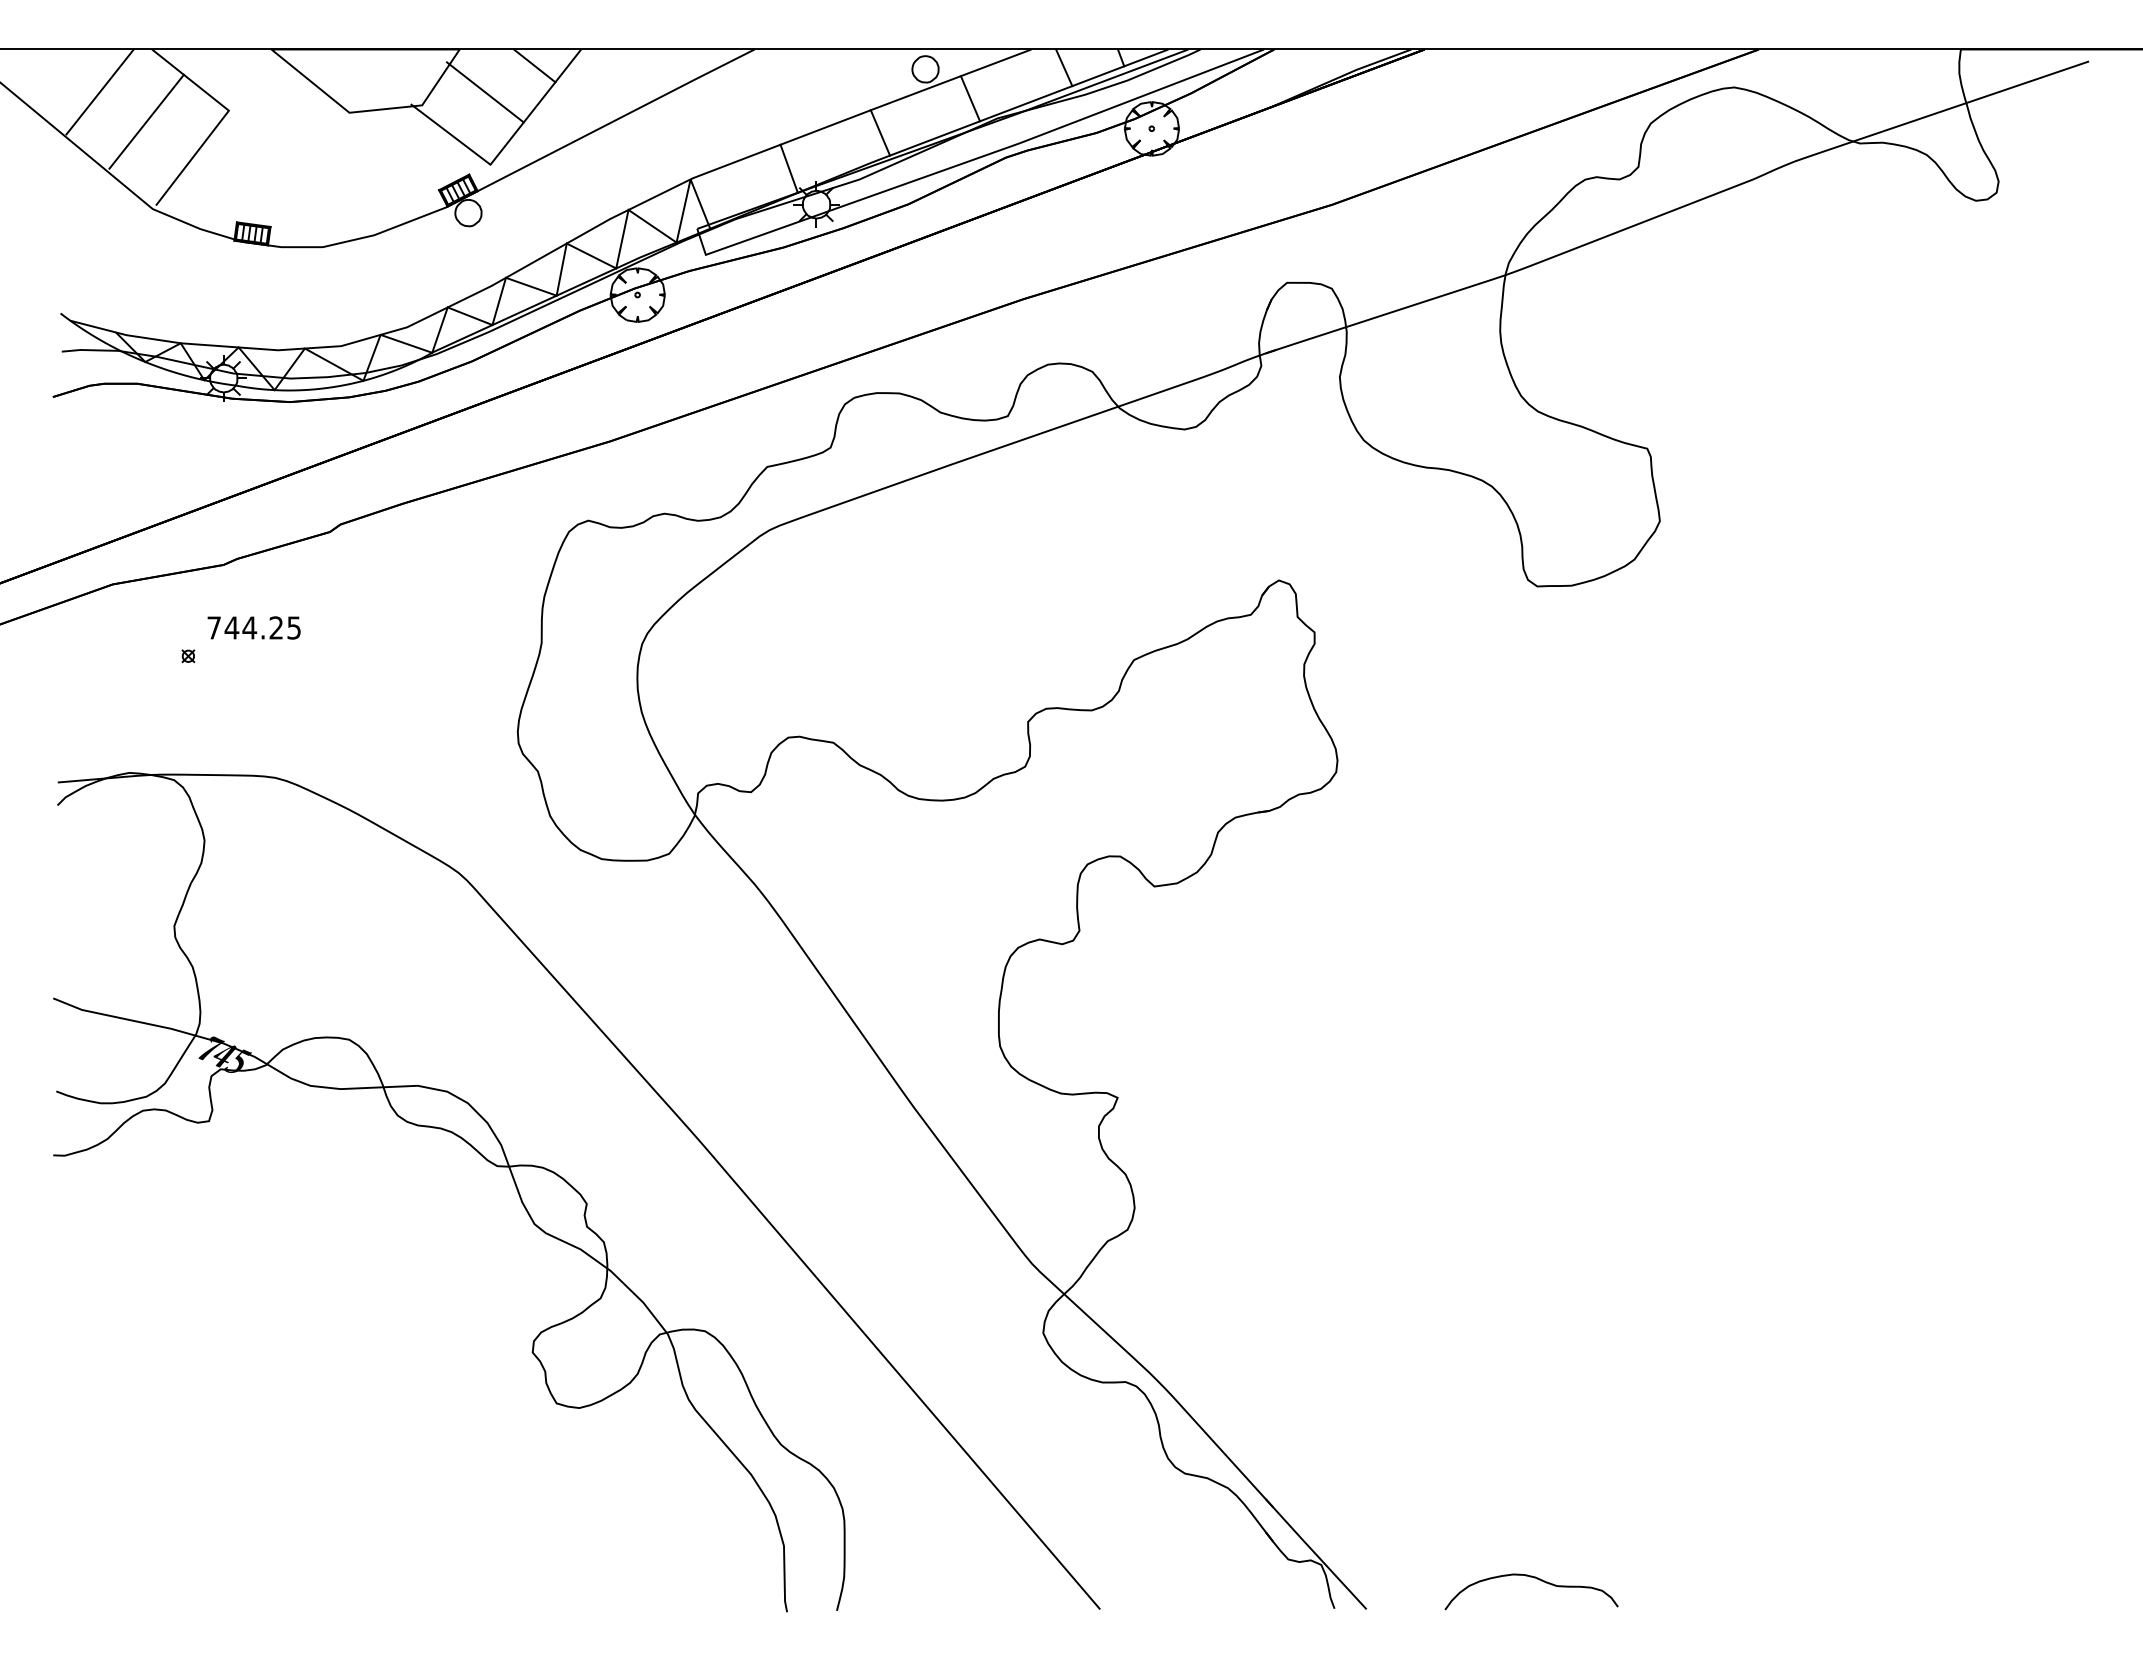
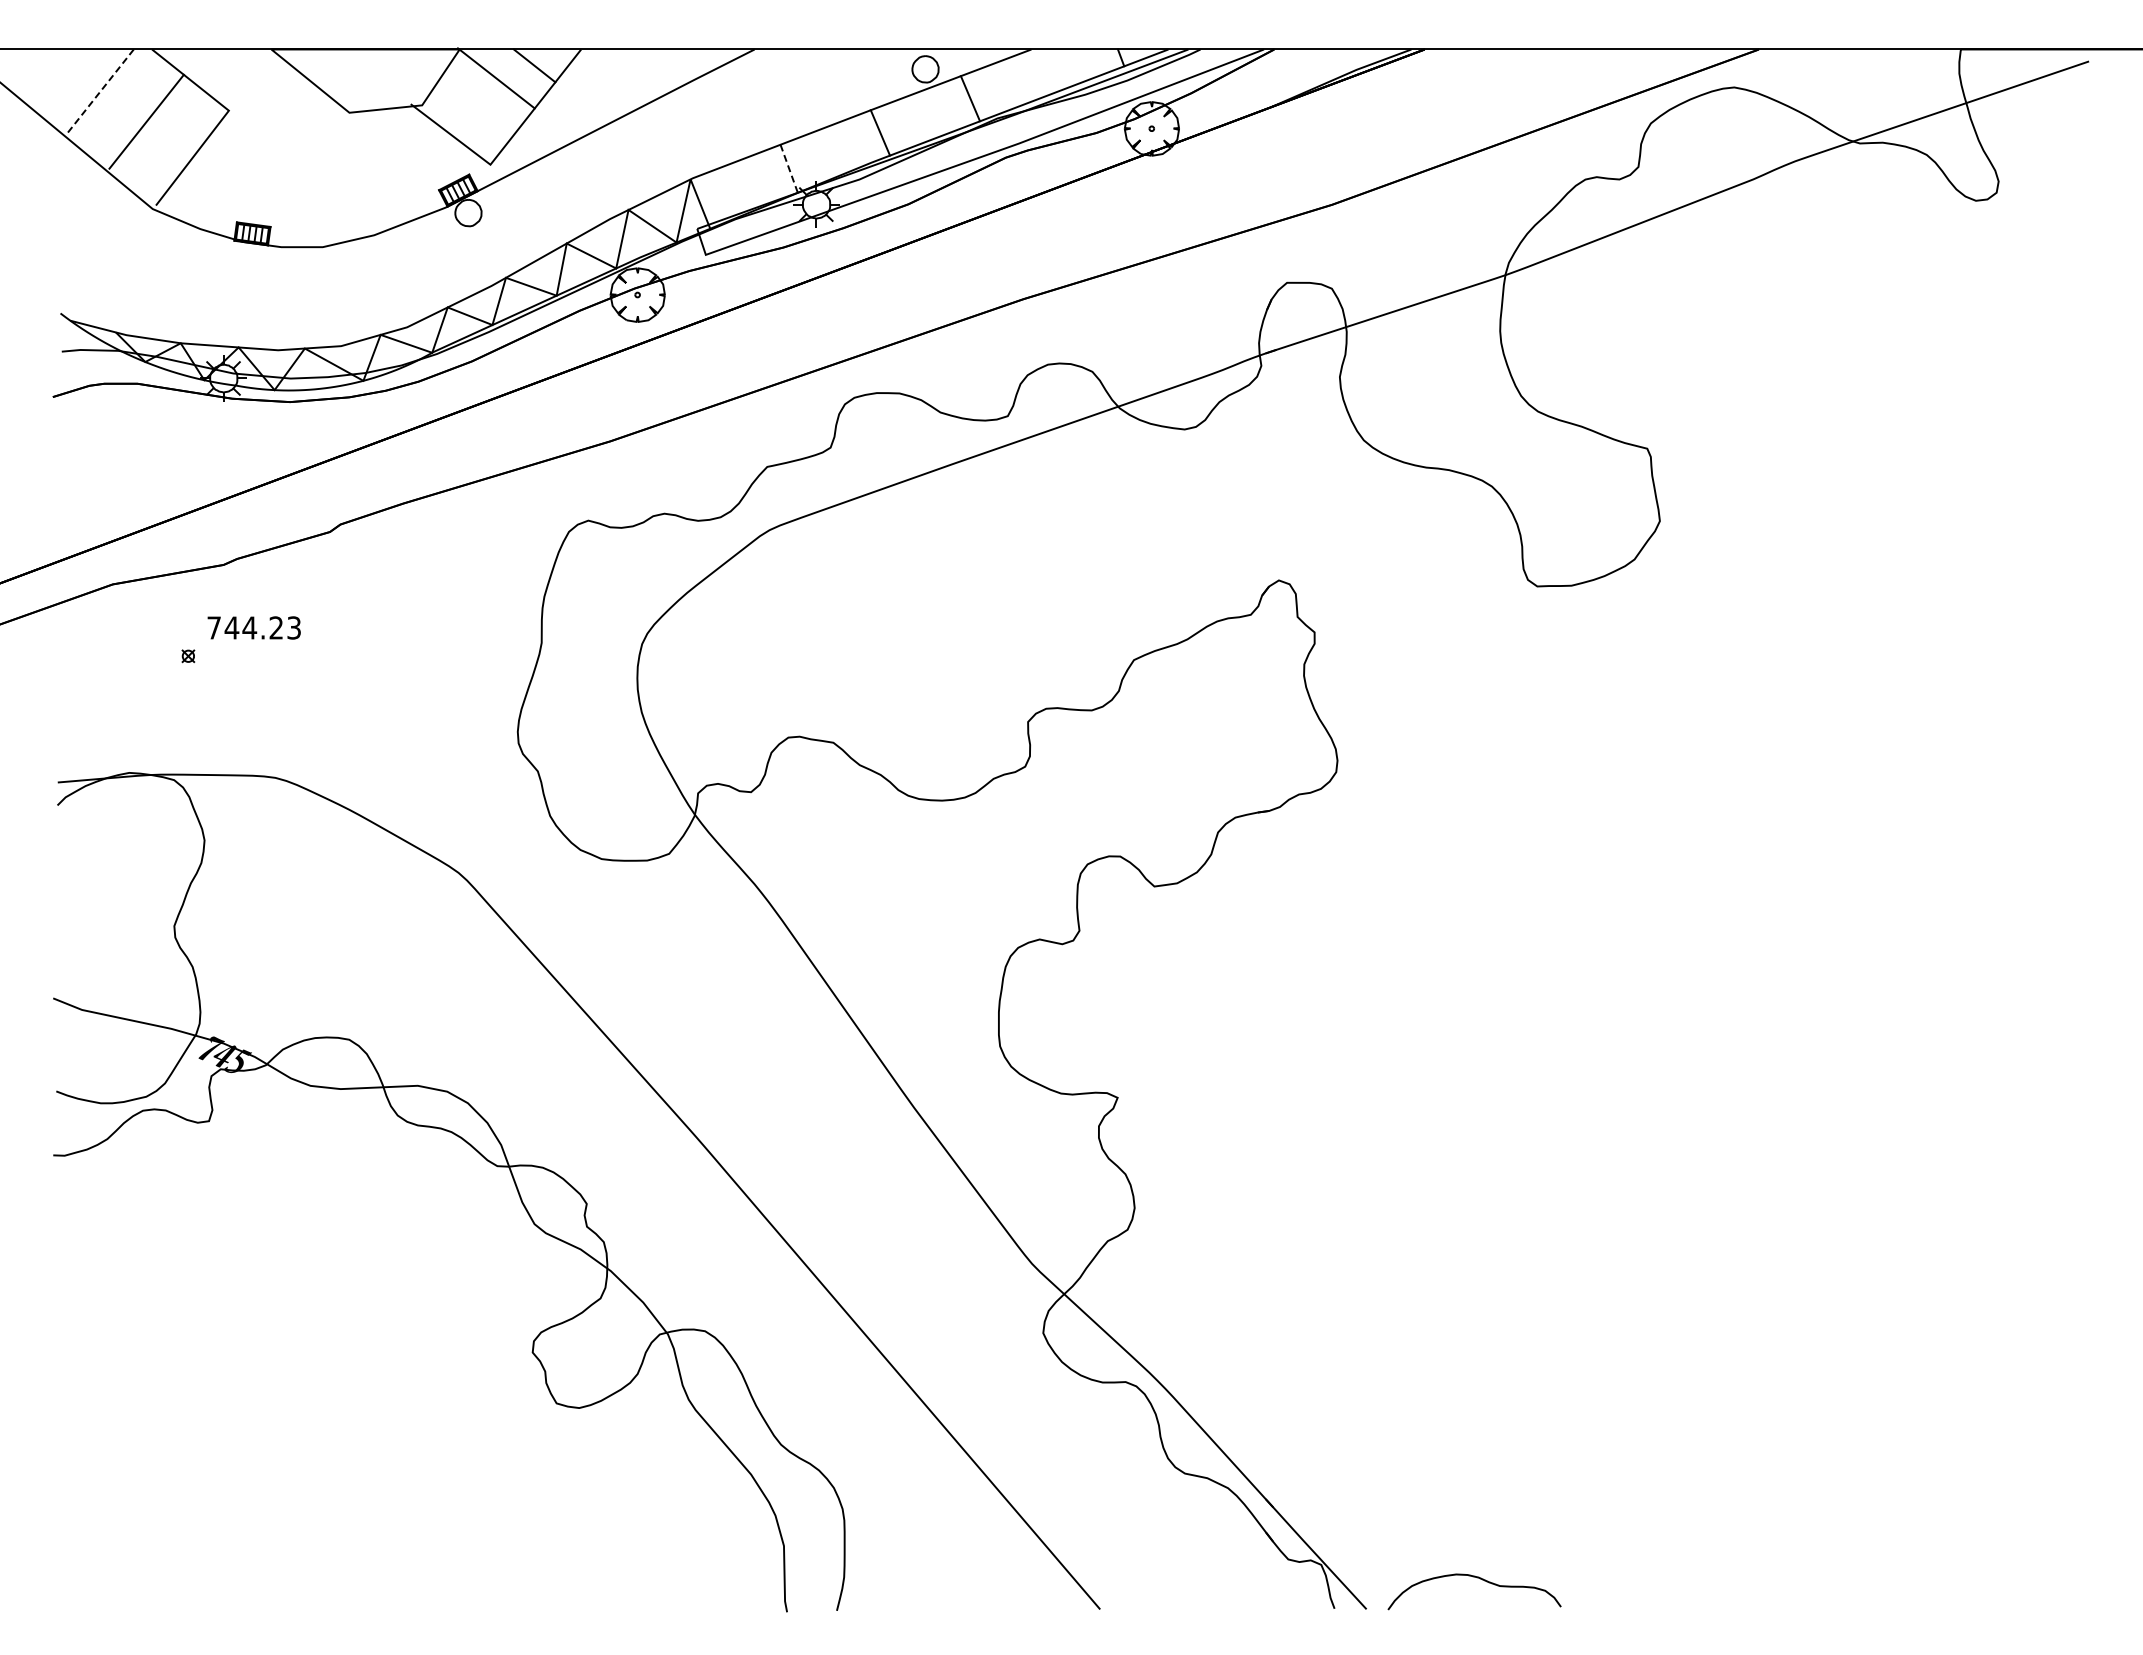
line at (1064, 67): present -> none
line at (99, 92): solid -> dashed
line at (484, 92) position: (484, 92) -> (495, 78)
line at (789, 168): solid -> dashed
text at (294, 627): 744.25 -> 744.23
curve at (1534, 1578) position: (1534, 1578) -> (1477, 1578)
